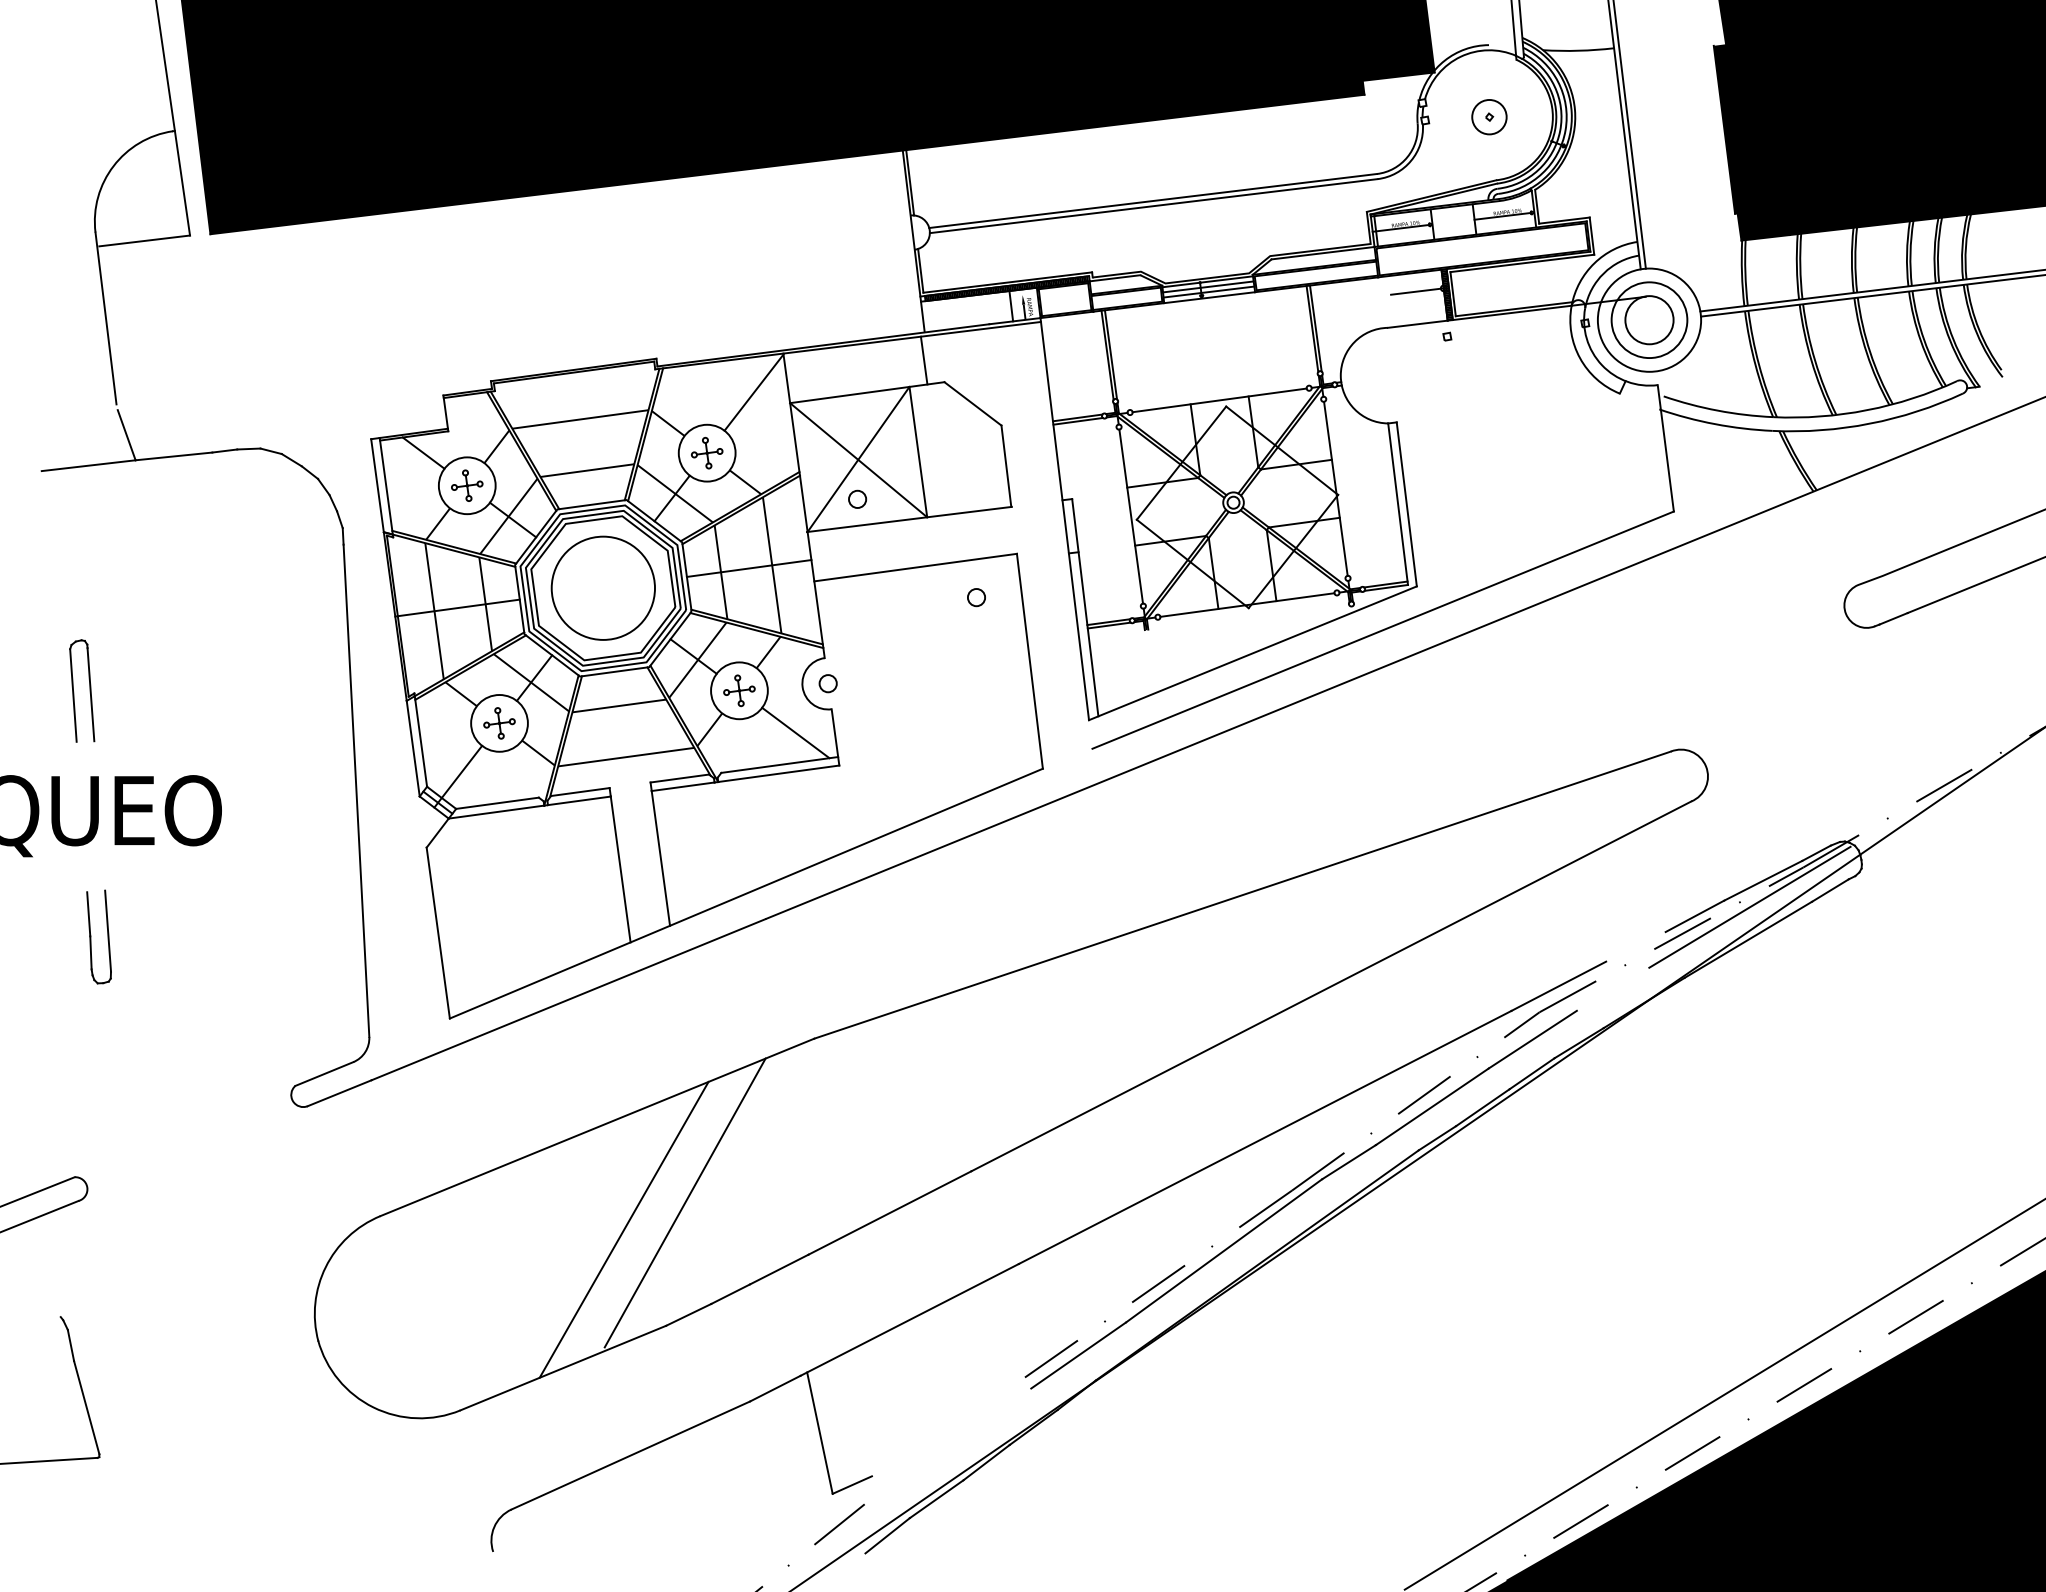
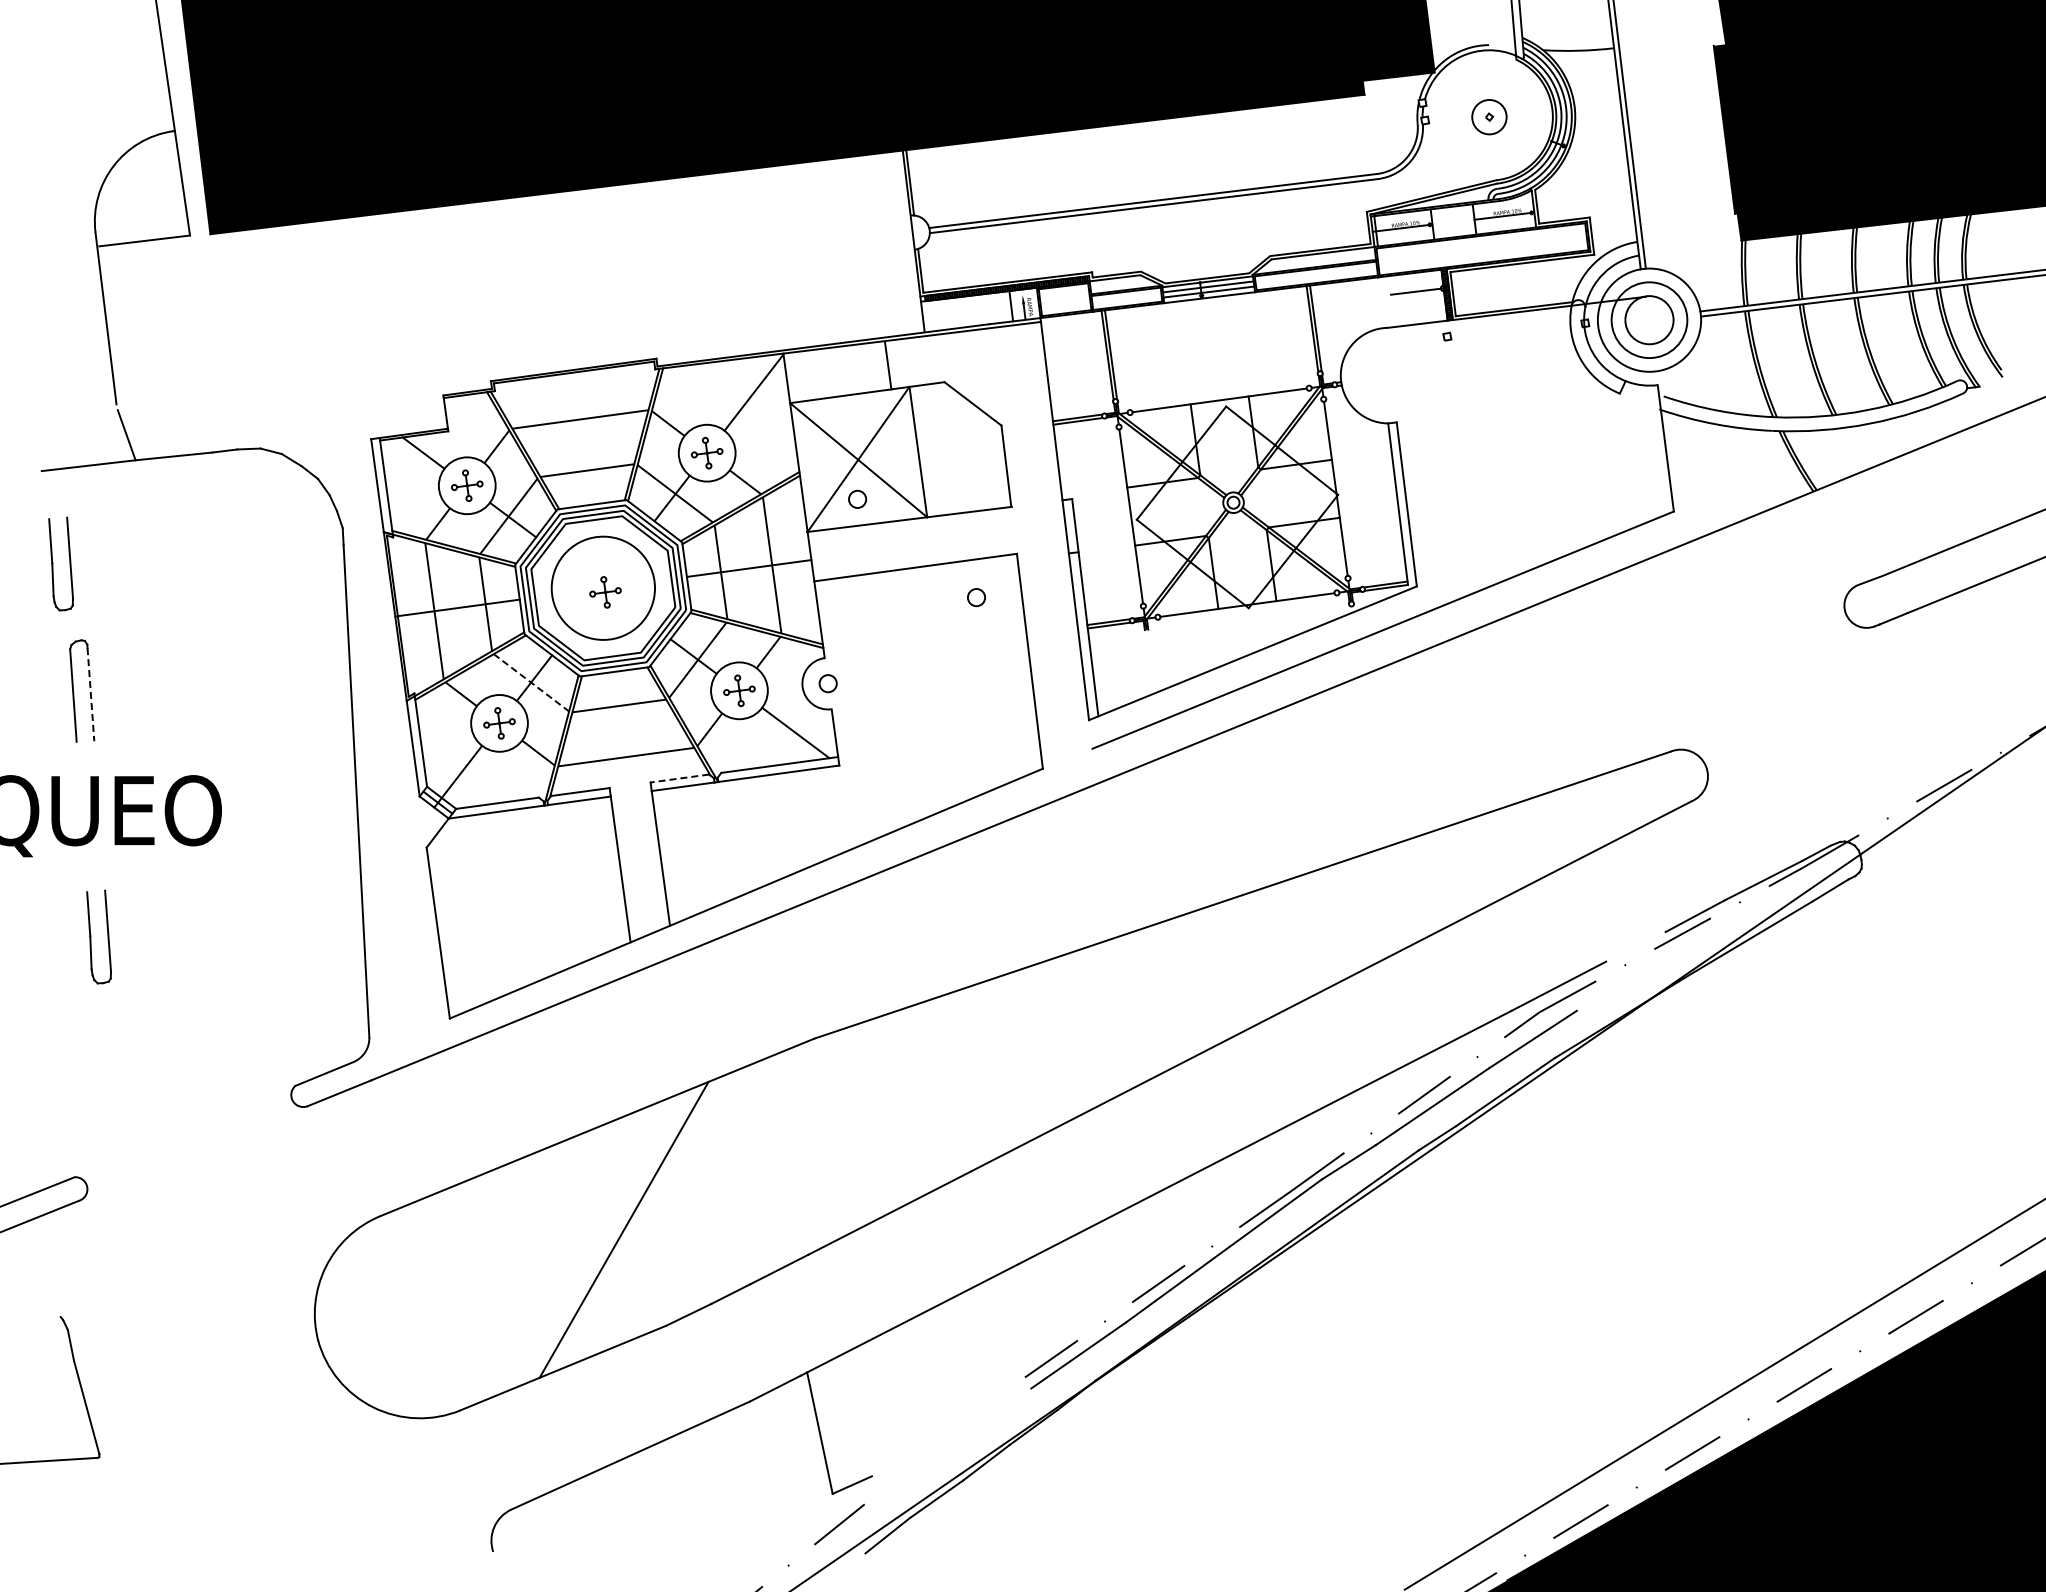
line at (923, 360) position: (923, 360) -> (887, 365)
part at (53, 563): none -> present
part at (605, 592): none -> present
line at (531, 683): solid -> dashed
line at (90, 694): solid -> dashed
line at (679, 778): solid -> dashed
line at (1749, 906): present -> none
line at (684, 1202): present -> none
